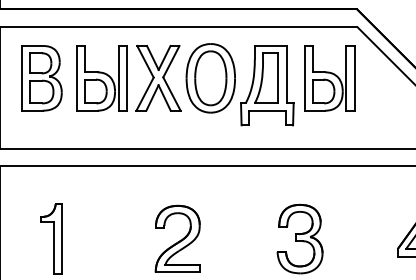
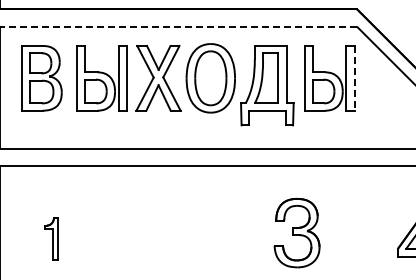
line at (178, 26): solid -> dashed
line at (354, 78): solid -> dashed
part at (51, 238) size: 23x72 px -> 15x44 px
part at (177, 238): present -> none
part at (299, 238) position: (299, 238) -> (296, 232)
